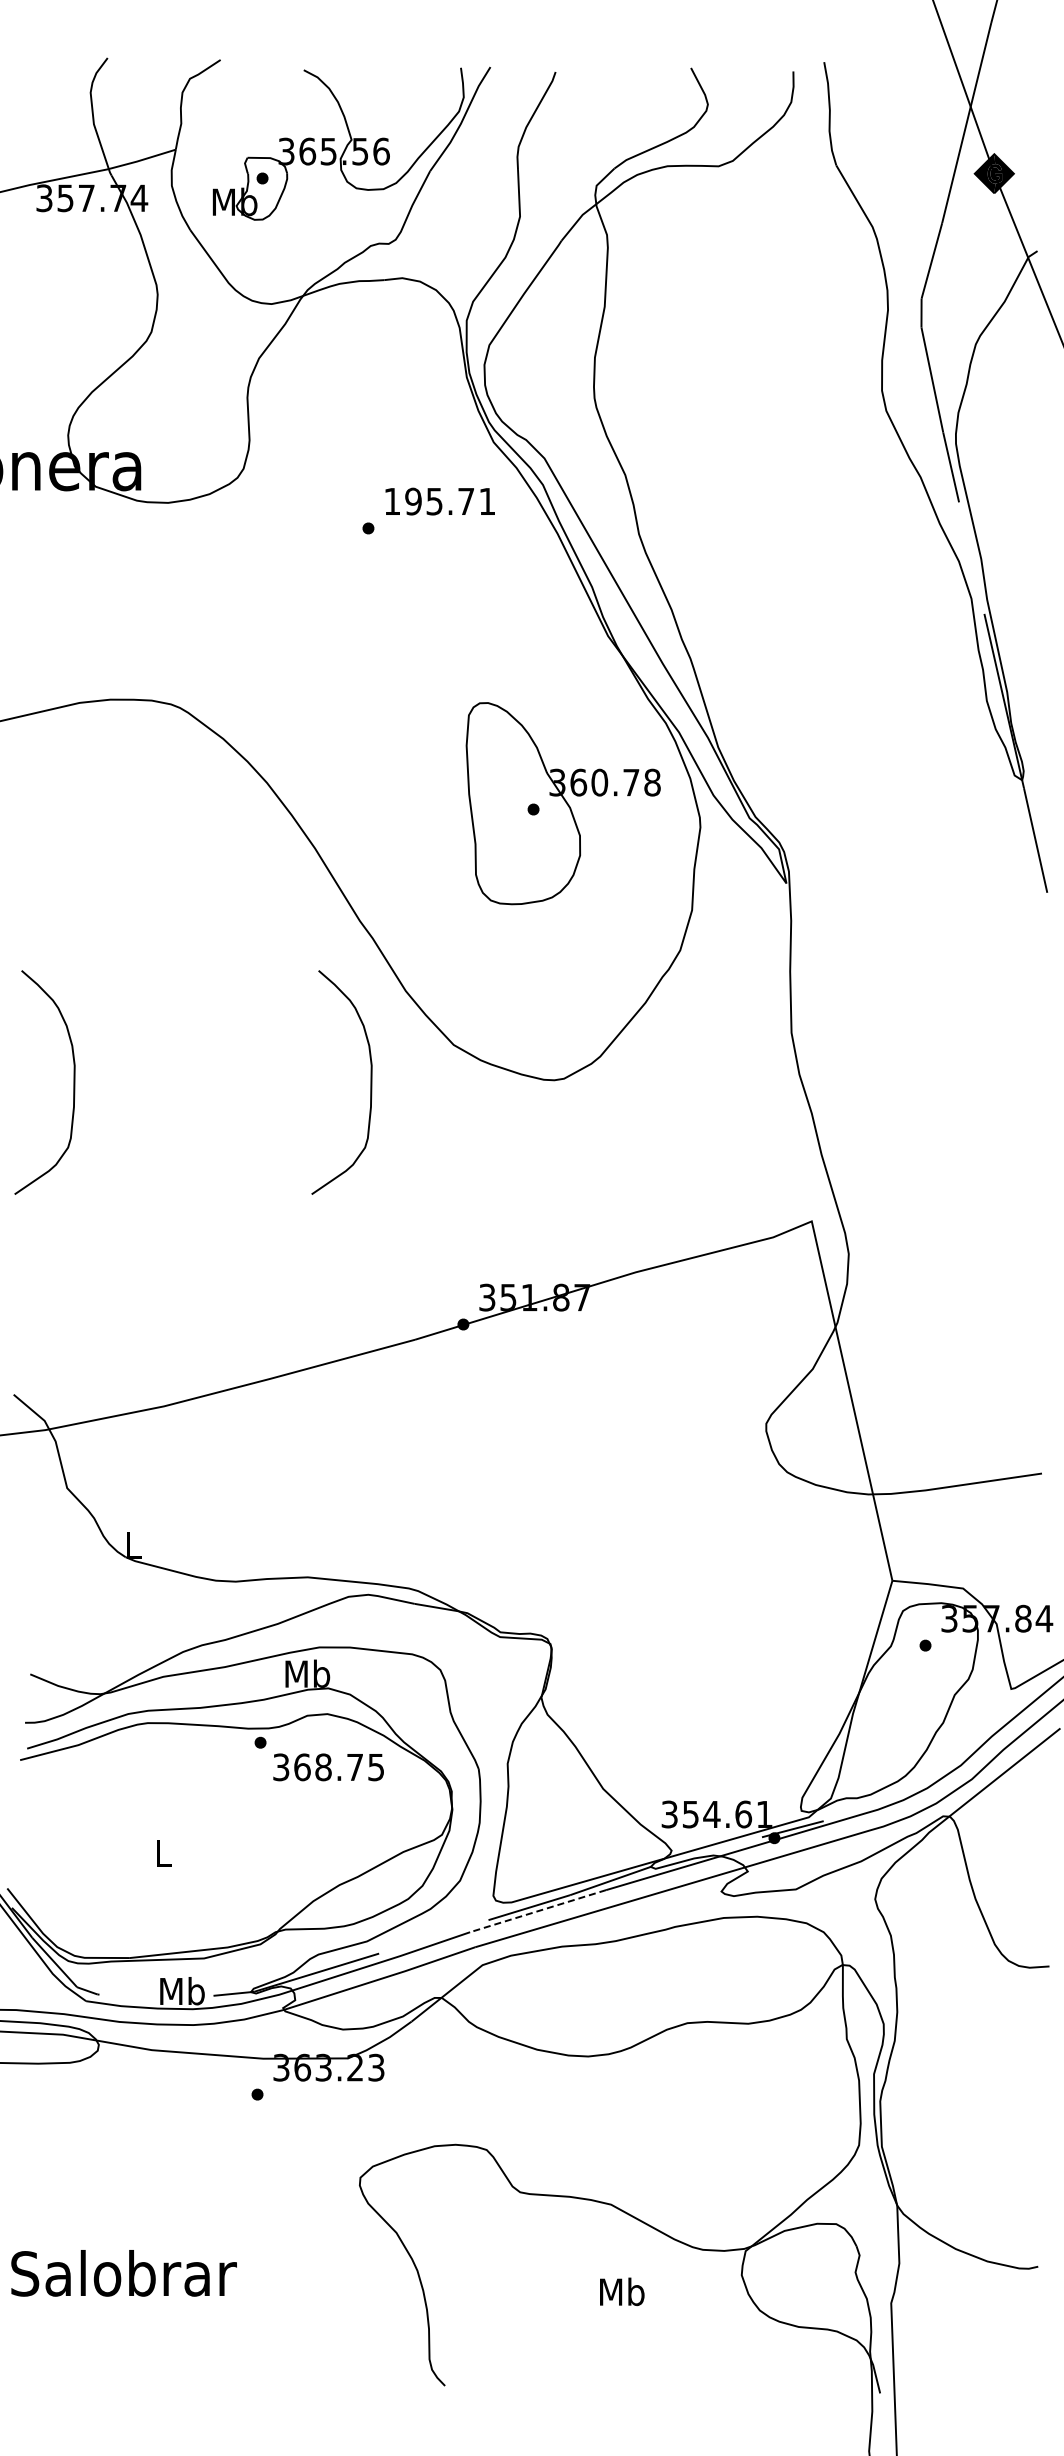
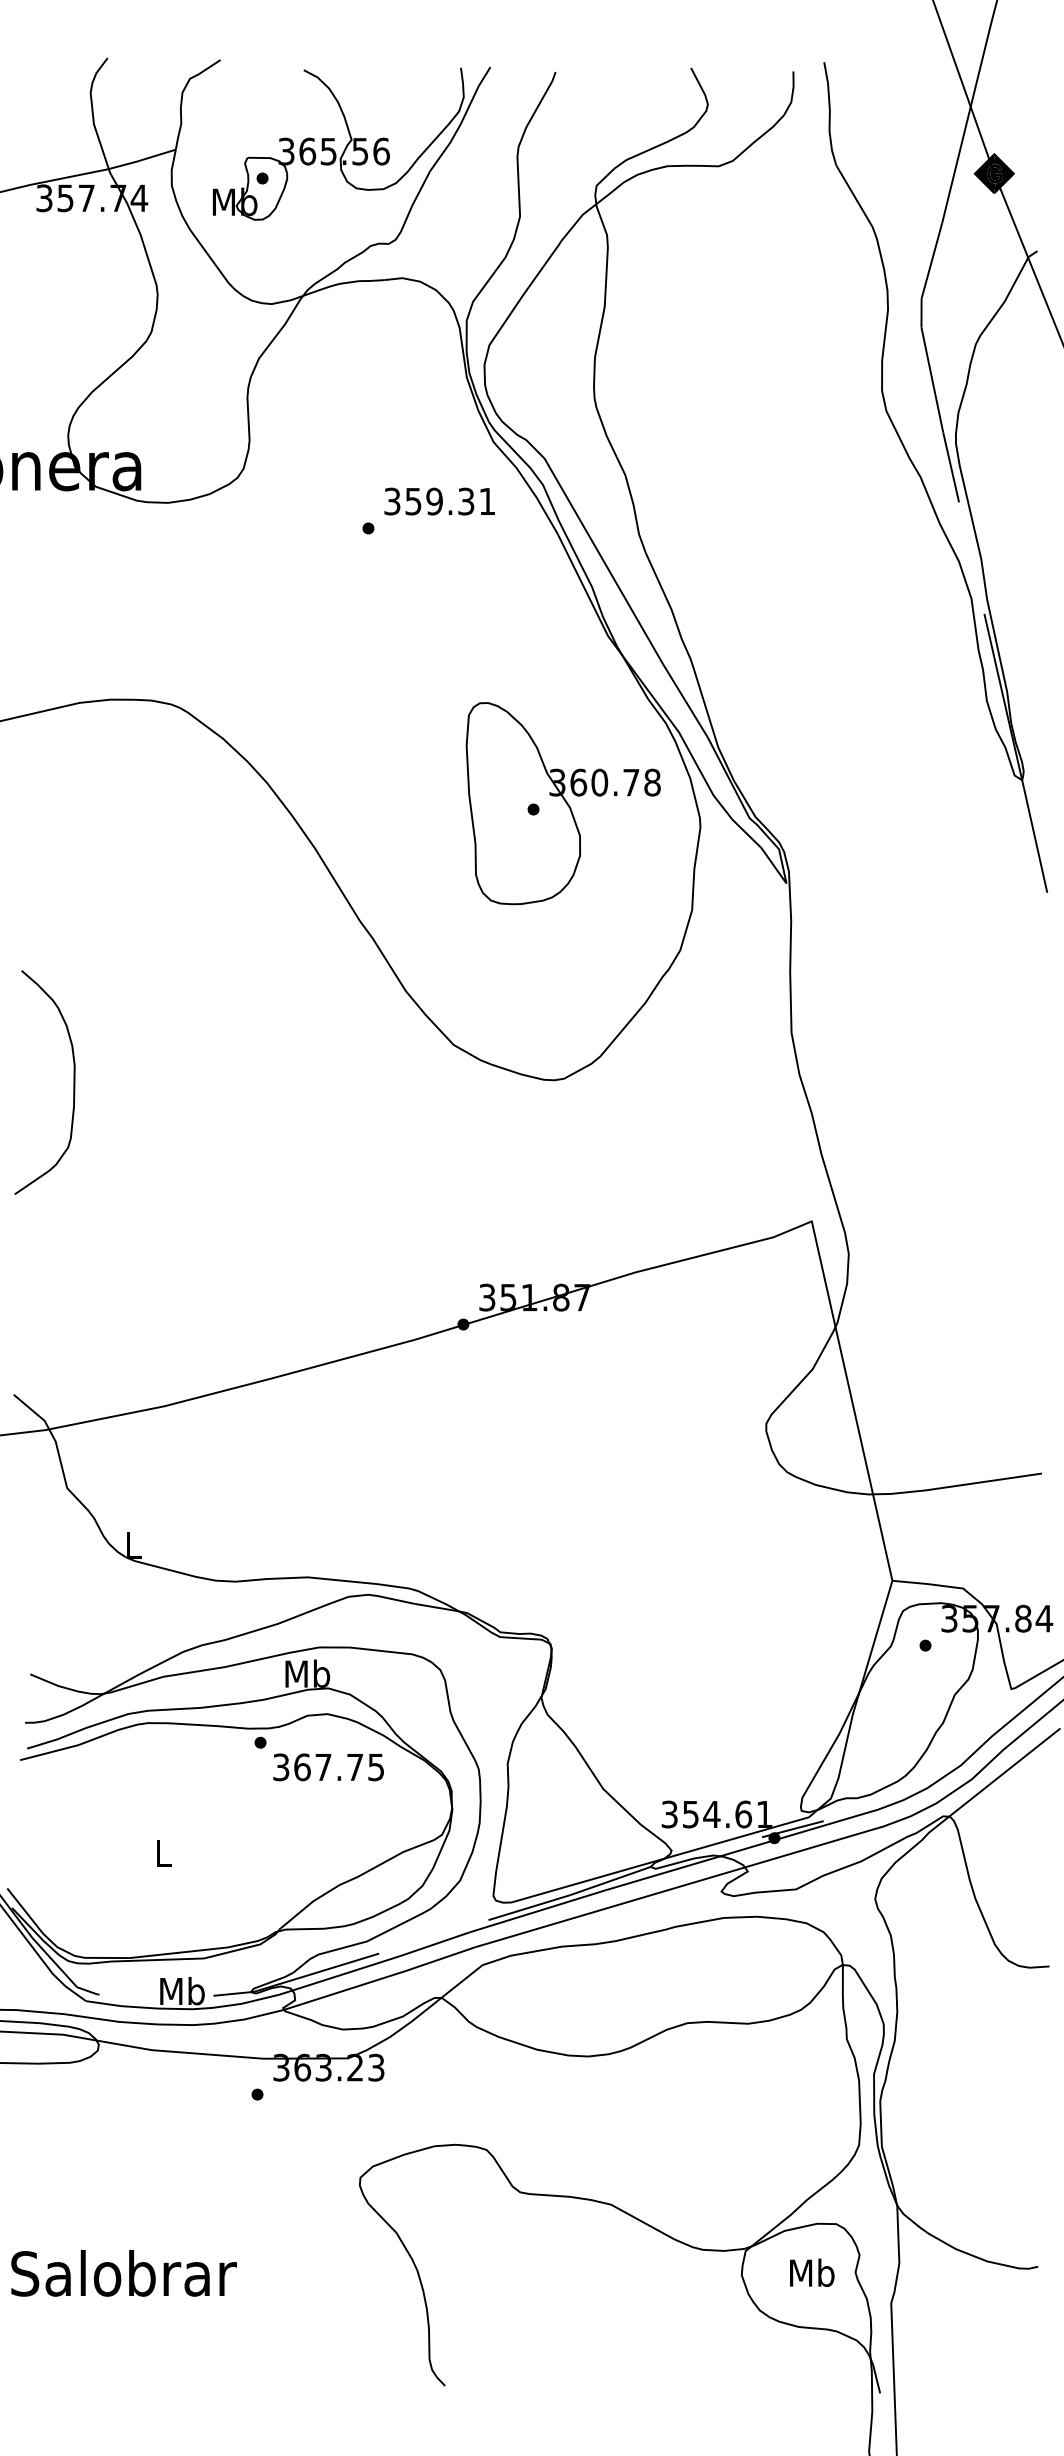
text at (429, 501): 195.71 -> 359.31
curve at (370, 1082): present -> none
text at (323, 1767): 368.75 -> 367.75
line at (537, 1911): dashed -> solid
text at (622, 2291) position: (622, 2291) -> (812, 2272)
